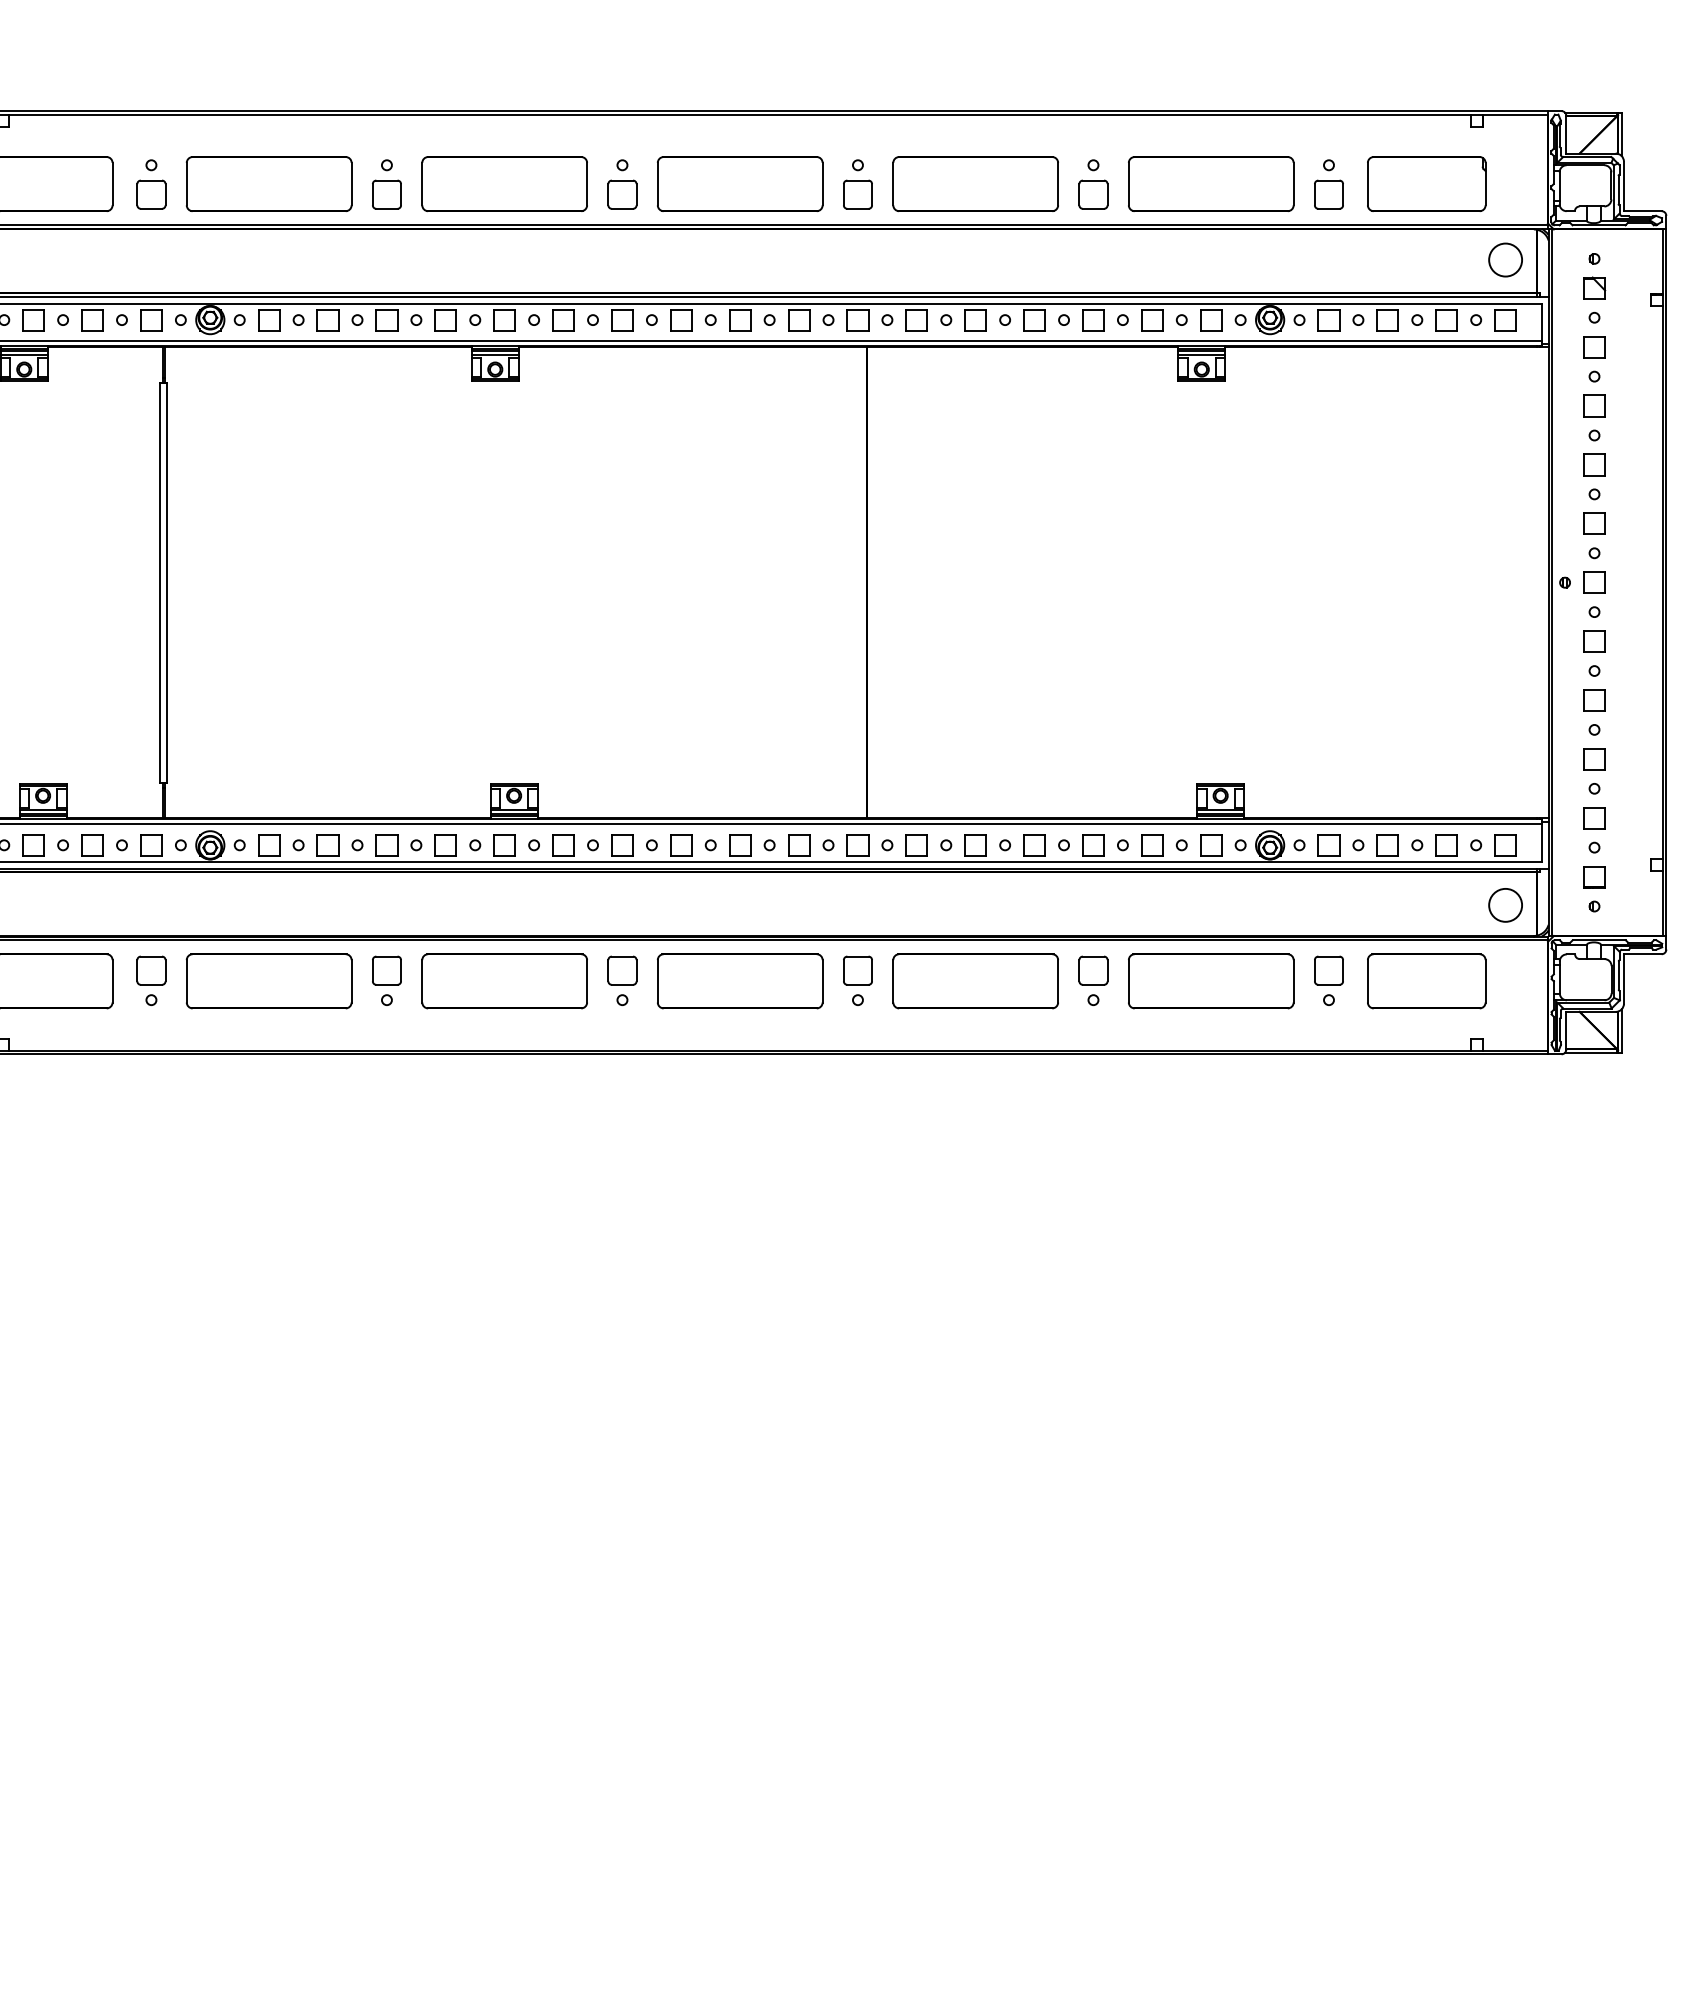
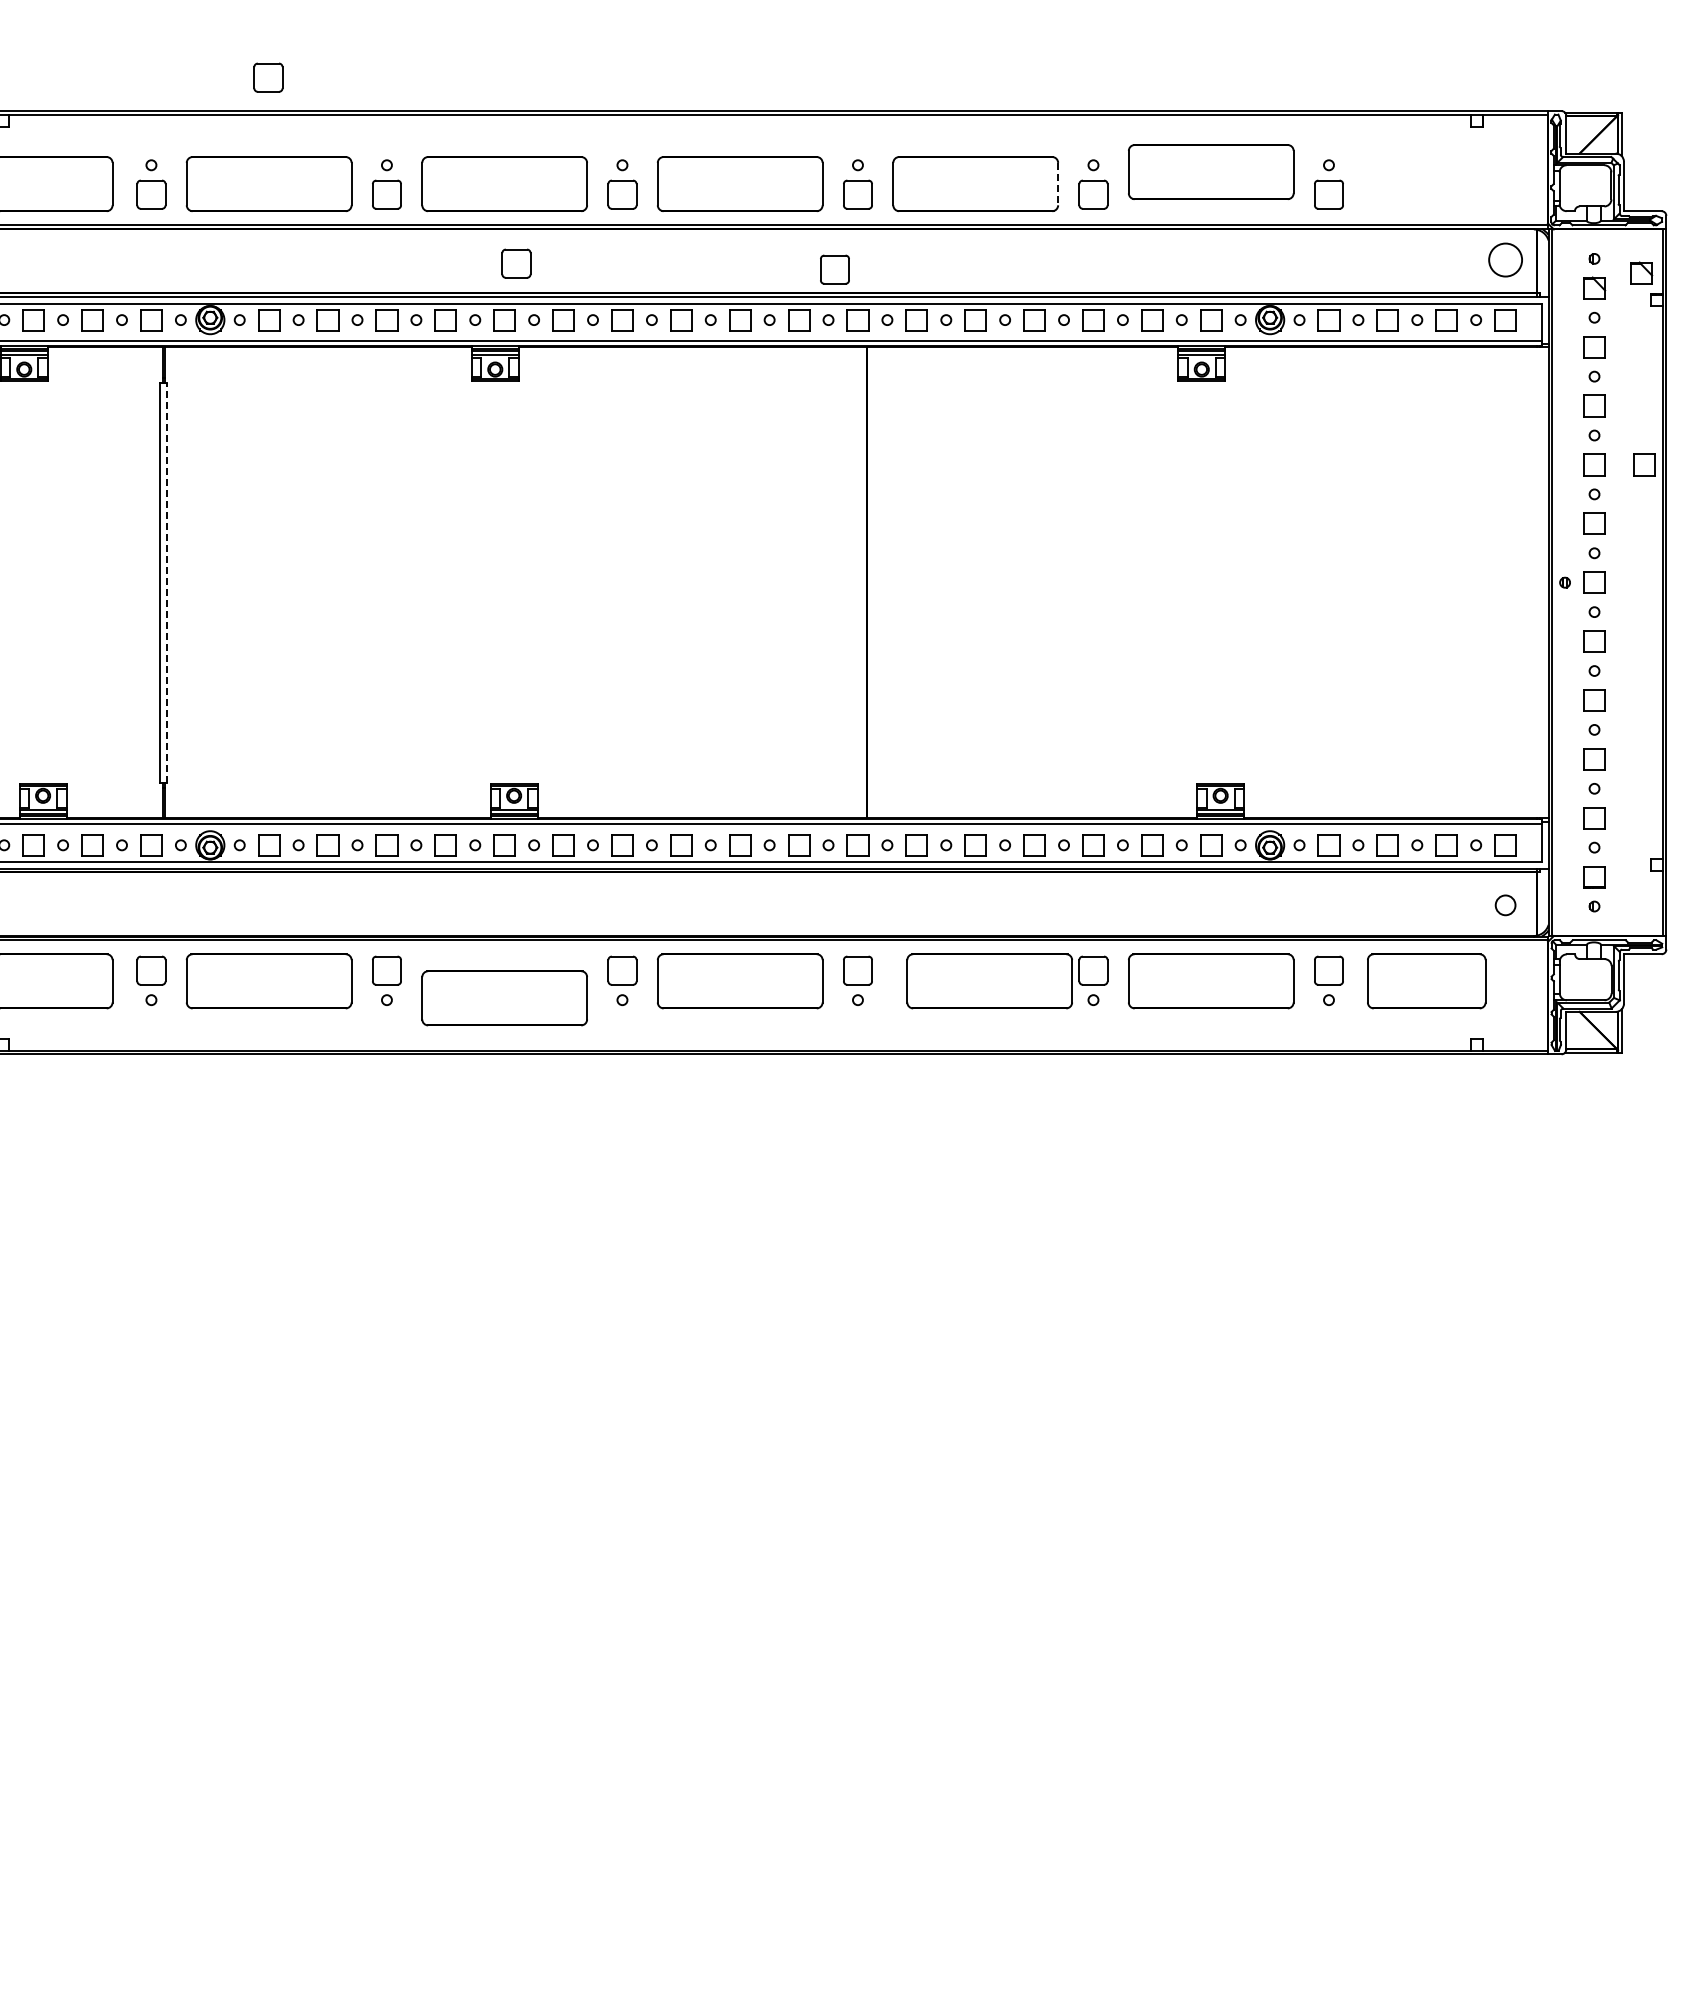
part at (268, 77): none -> present
part at (1211, 183) position: (1211, 183) -> (1211, 171)
part at (1426, 183): present -> none
line at (1058, 184): solid -> dashed
part at (516, 263): none -> present
part at (834, 269): none -> present
part at (1641, 272): none -> present
part at (1644, 464): none -> present
line at (167, 582): solid -> dashed
circle at (1505, 904) diameter: 33 px -> 20 px
part at (504, 981) position: (504, 981) -> (504, 998)
part at (975, 981) position: (975, 981) -> (989, 981)
